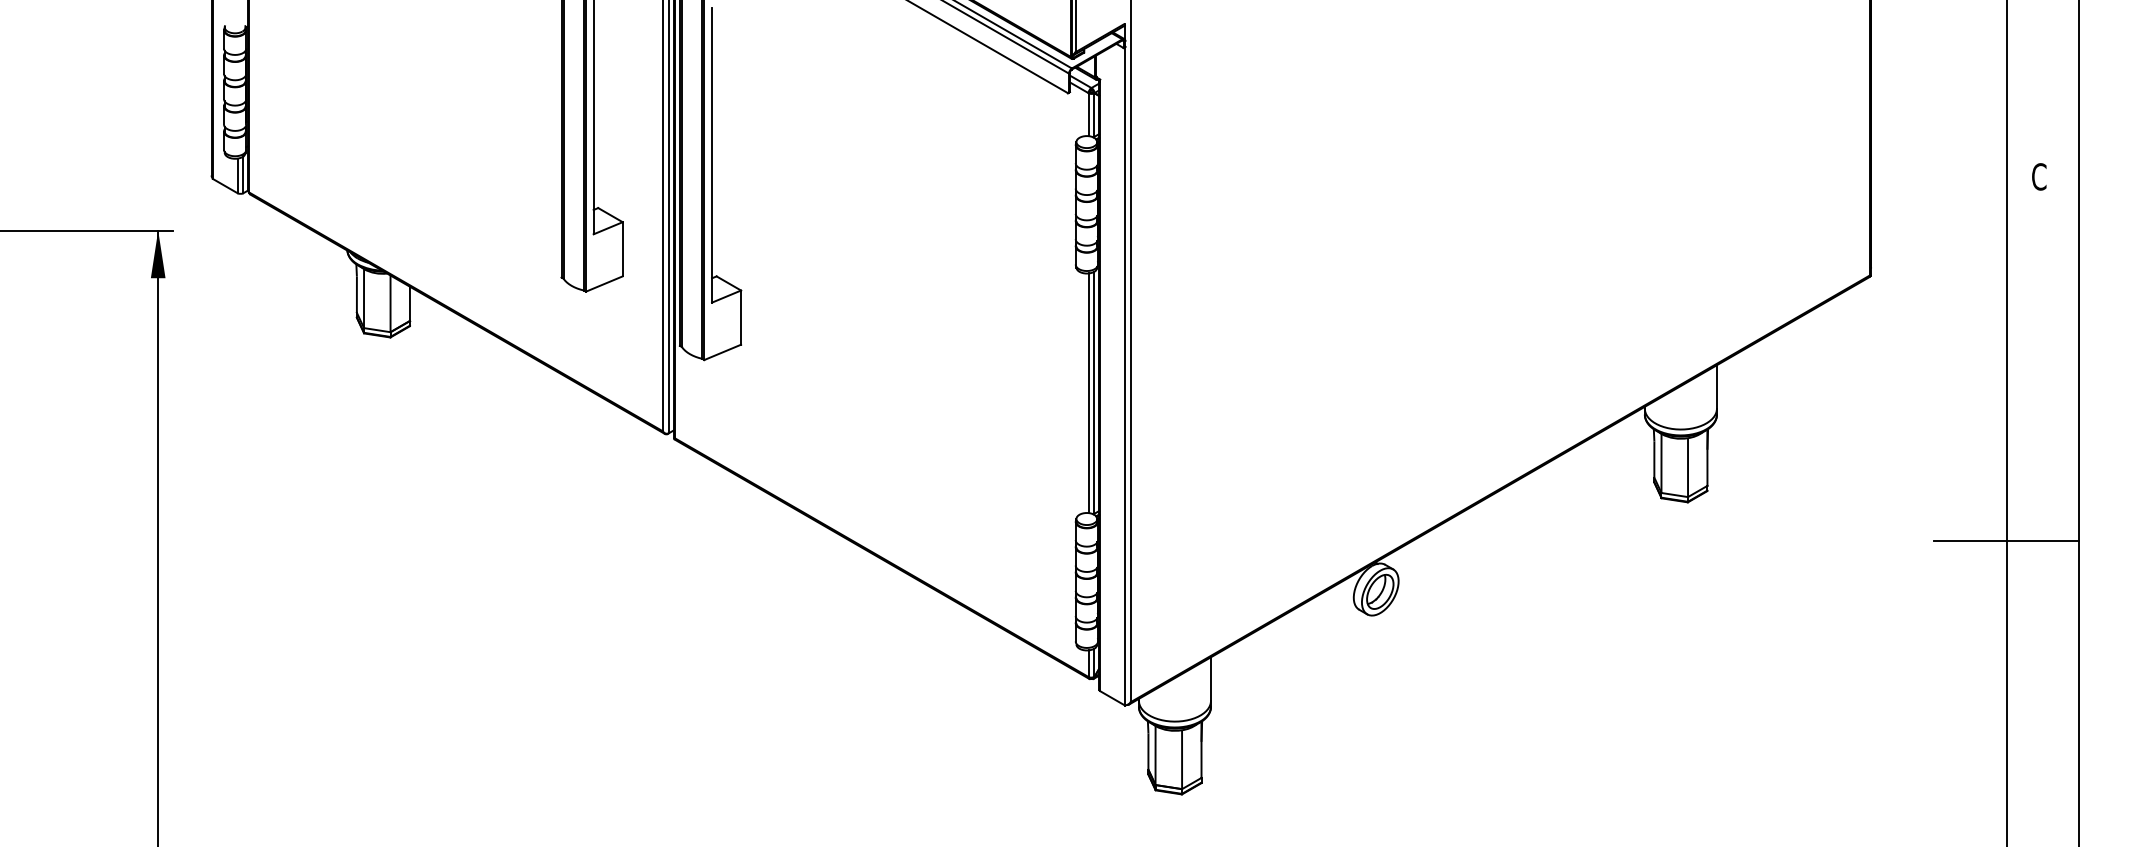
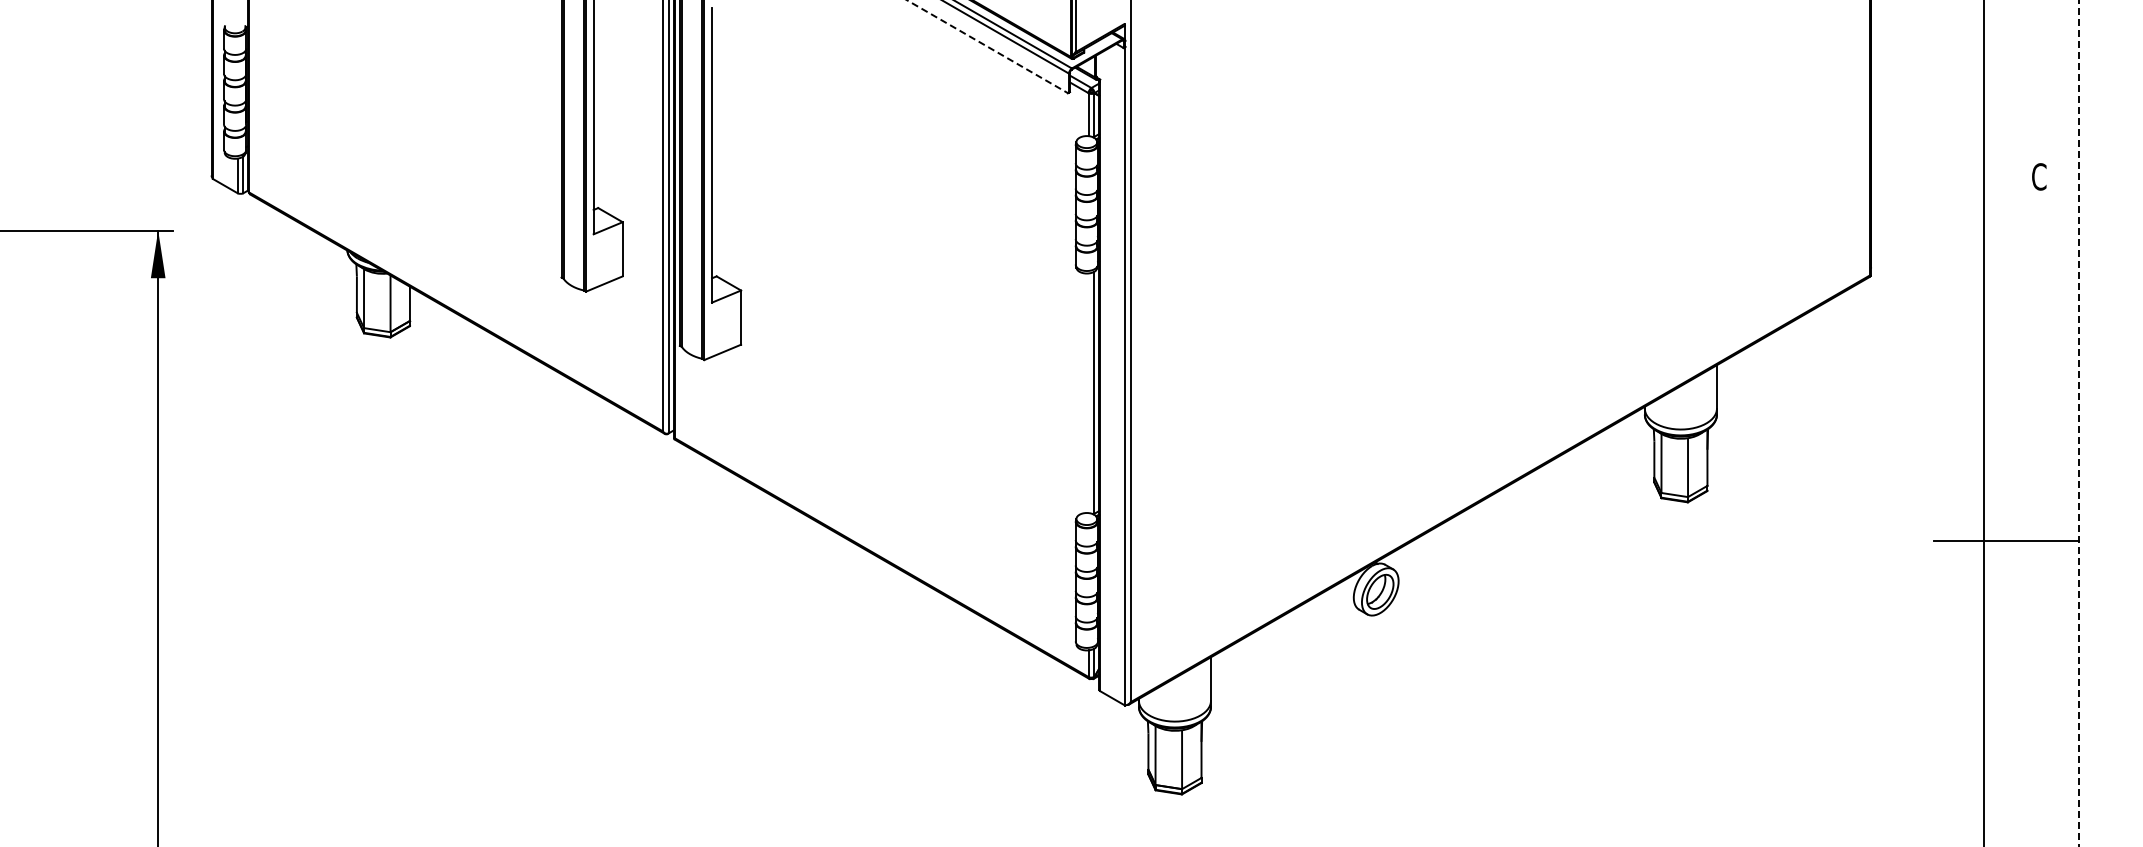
line at (987, 46): solid -> dashed
line at (1088, 393): present -> none
line at (2006, 422) position: (2006, 422) -> (1983, 422)
line at (2078, 423): solid -> dashed
